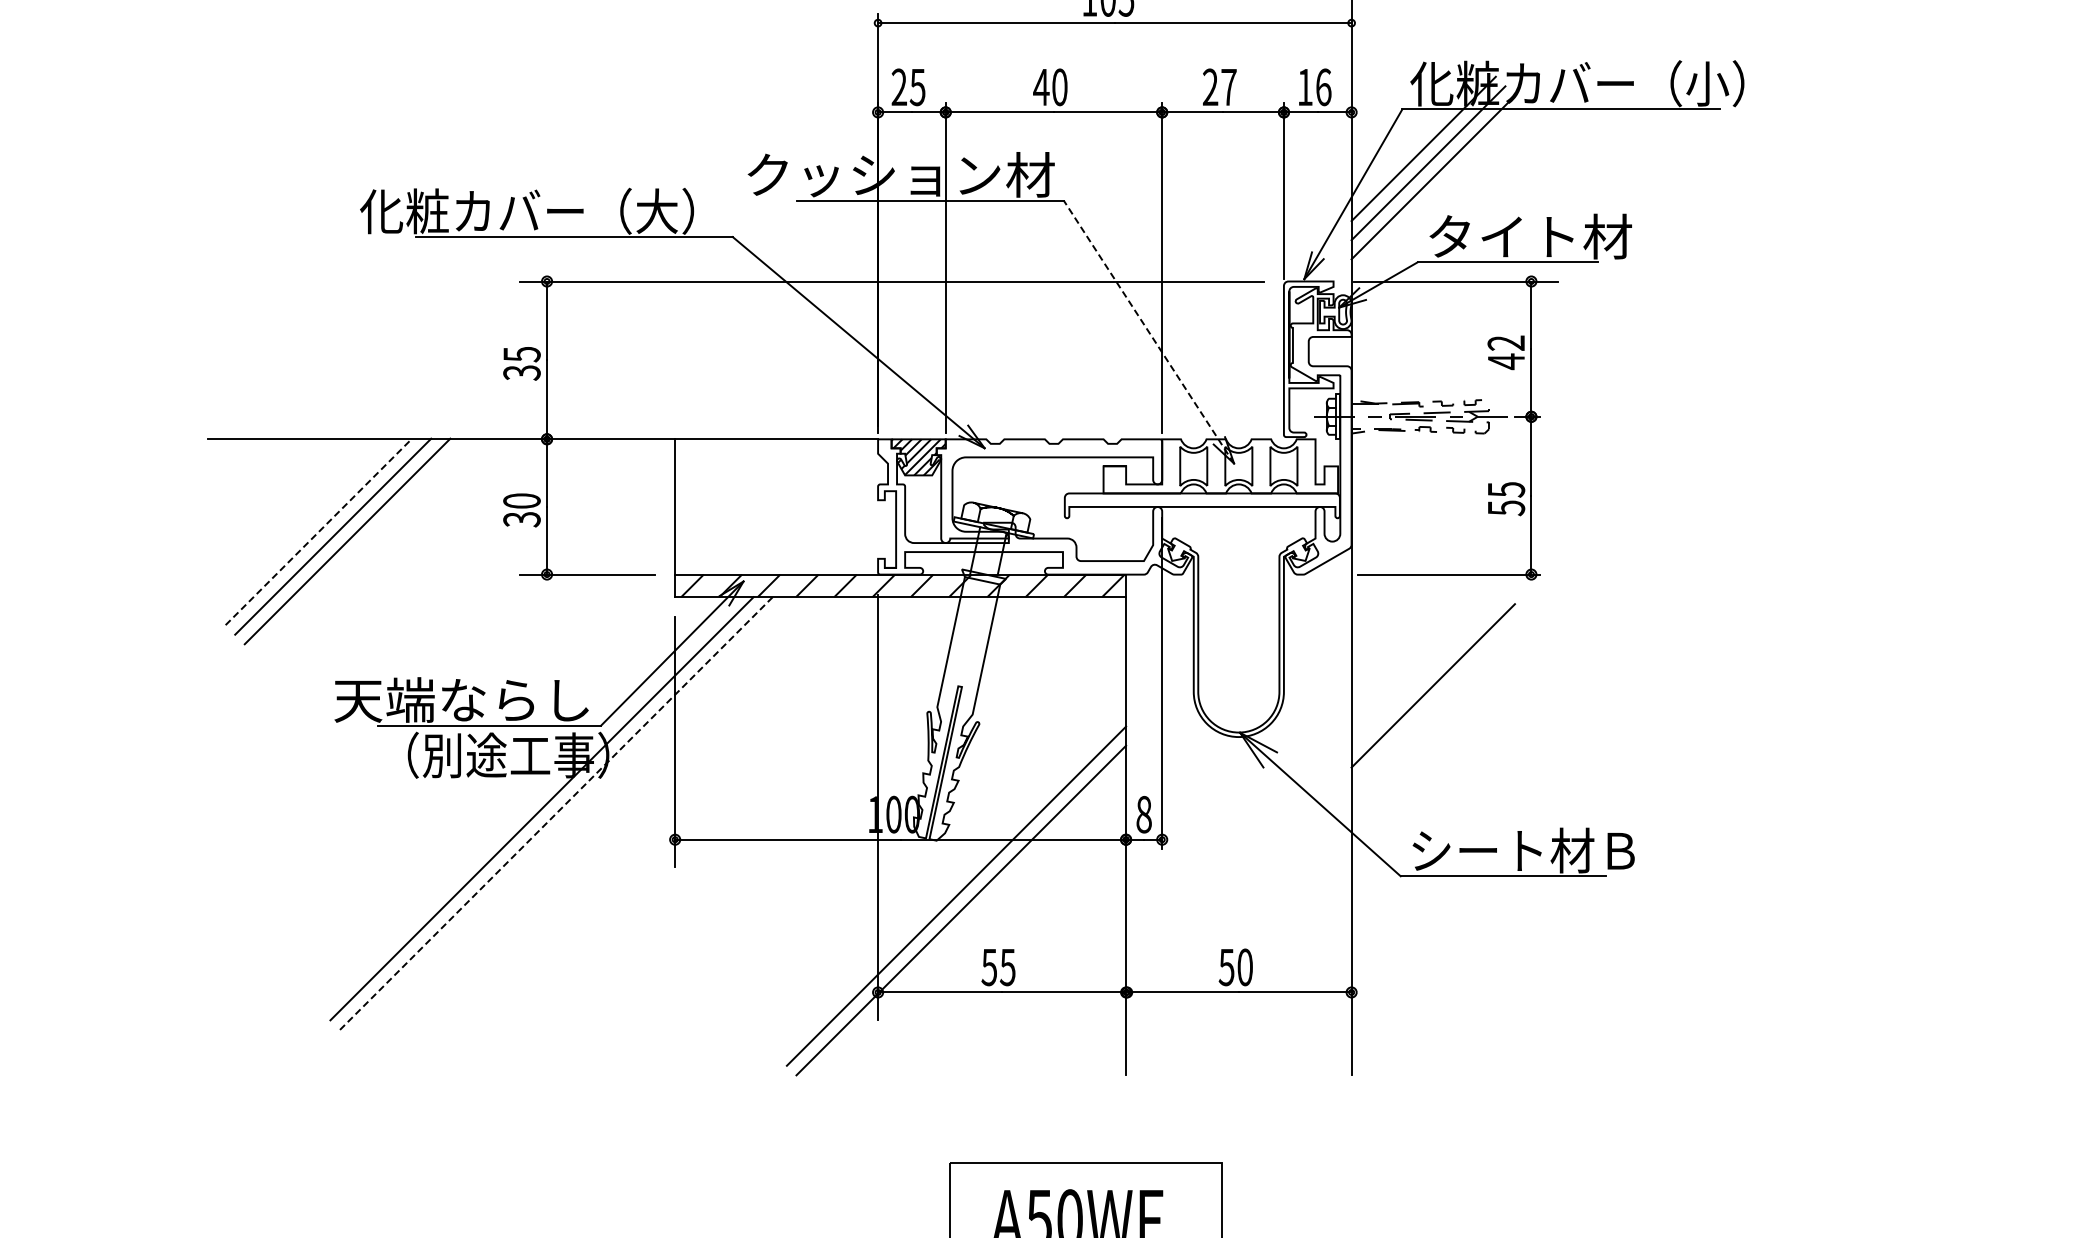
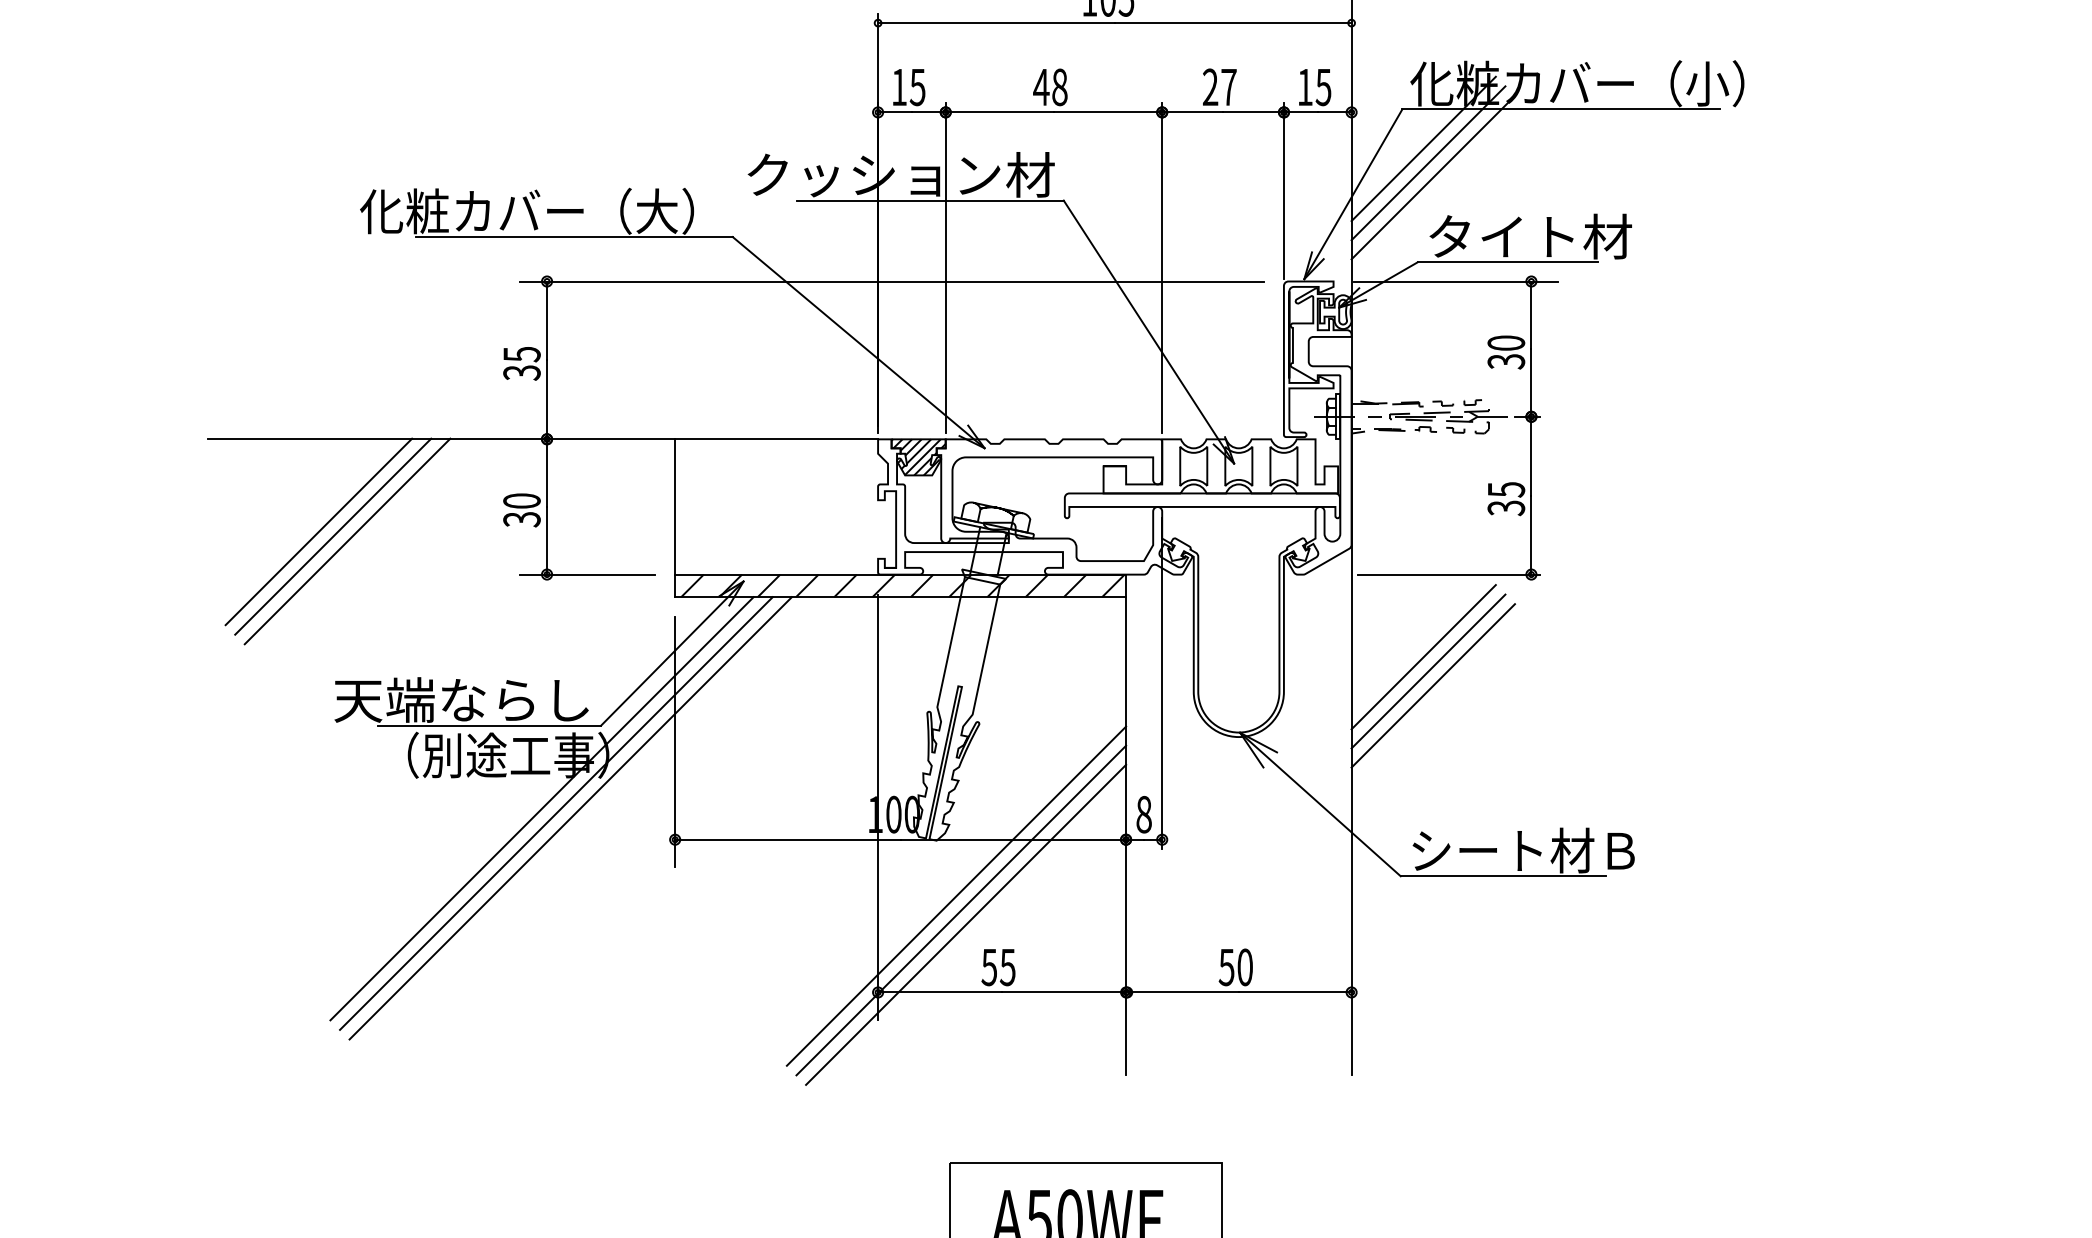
text at (898, 86): 25 -> 15
text at (1059, 86): 40 -> 48
text at (1323, 87): 16 -> 15
line at (1148, 332): dashed -> solid
text at (1506, 352): 42 -> 30
text at (1505, 507): 55 -> 35
line at (318, 531): dashed -> solid
line at (1423, 657): none -> present
line at (1428, 671): none -> present
line at (556, 813): dashed -> solid
line at (570, 818): none -> present
line at (966, 924): none -> present
